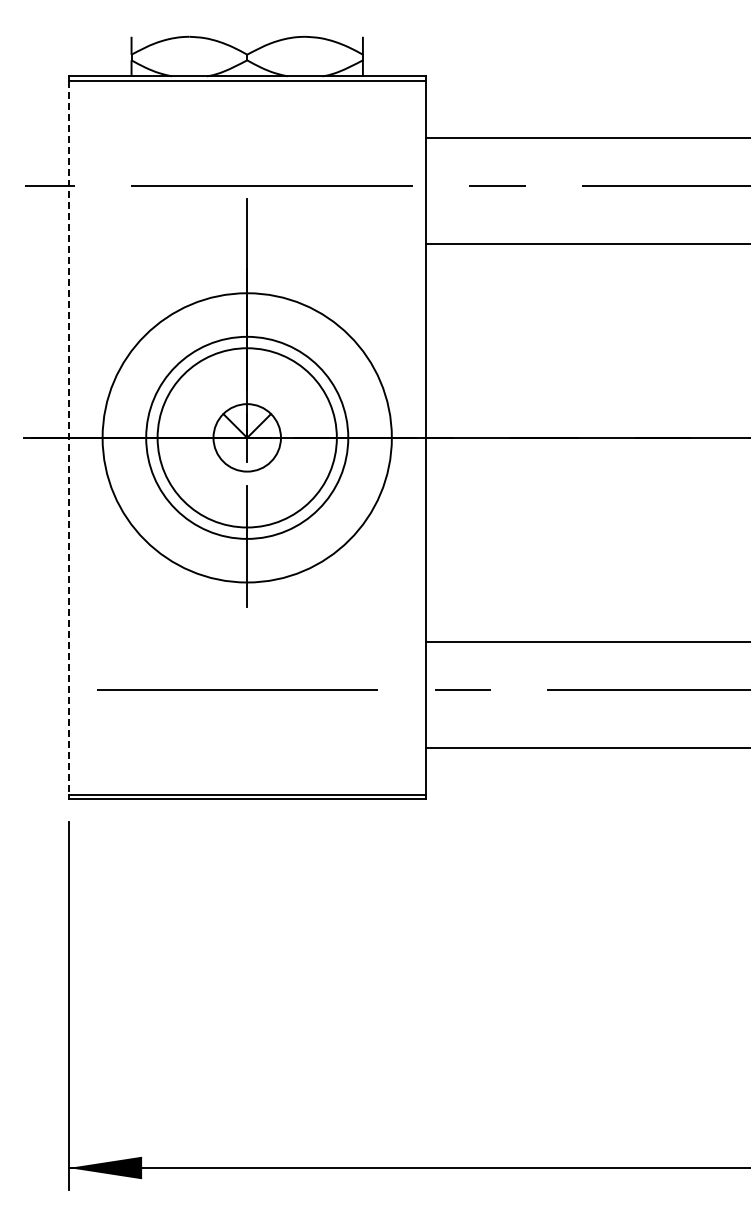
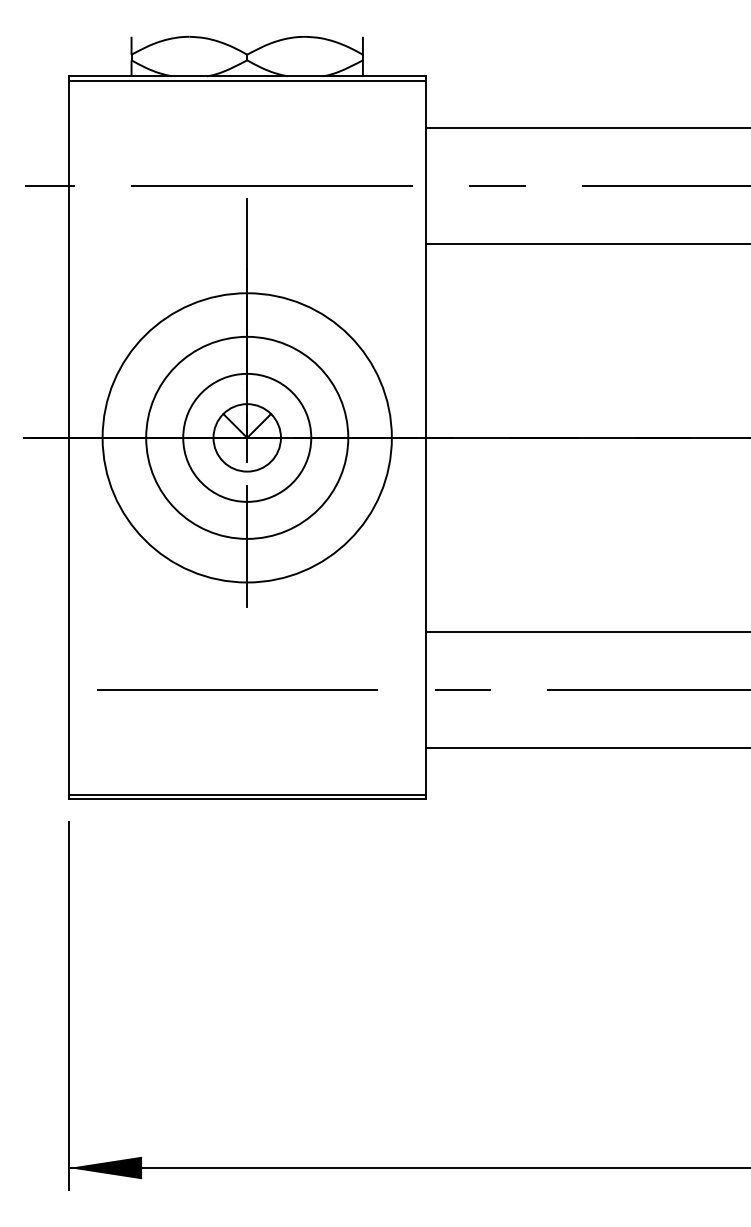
line at (586, 137) position: (586, 137) -> (586, 127)
line at (68, 437): dashed -> solid
circle at (246, 437) diameter: 179 px -> 128 px
line at (586, 642) position: (586, 642) -> (586, 632)
